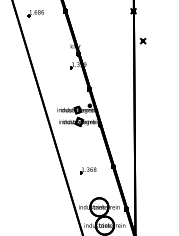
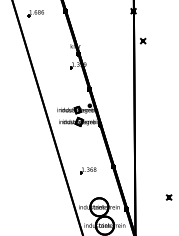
part at (168, 197): none -> present
